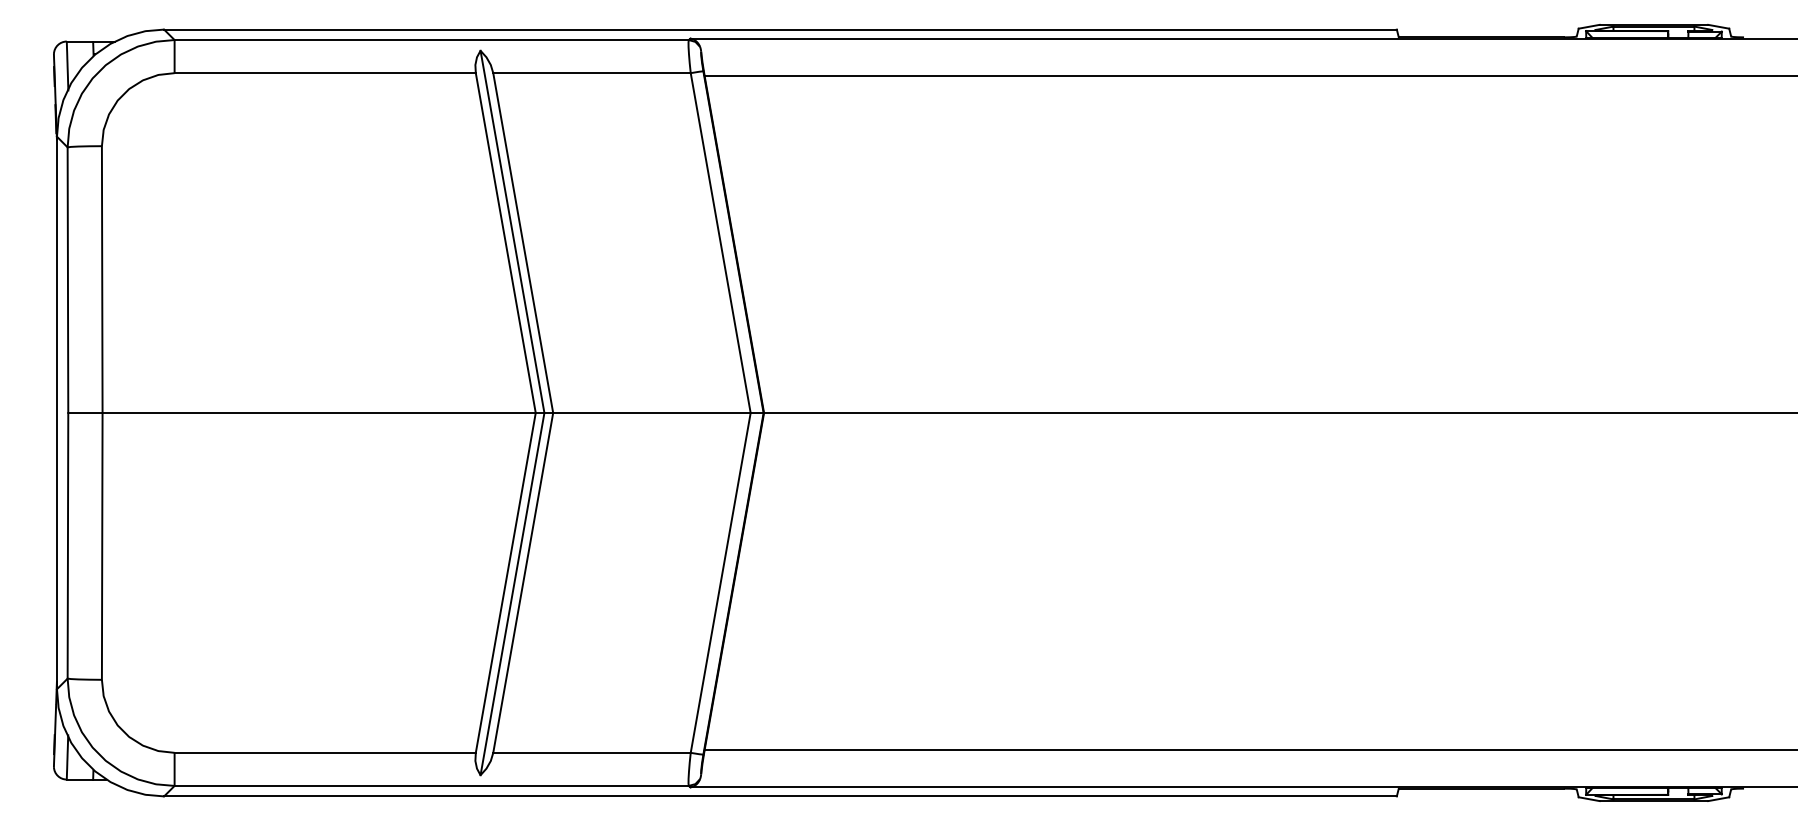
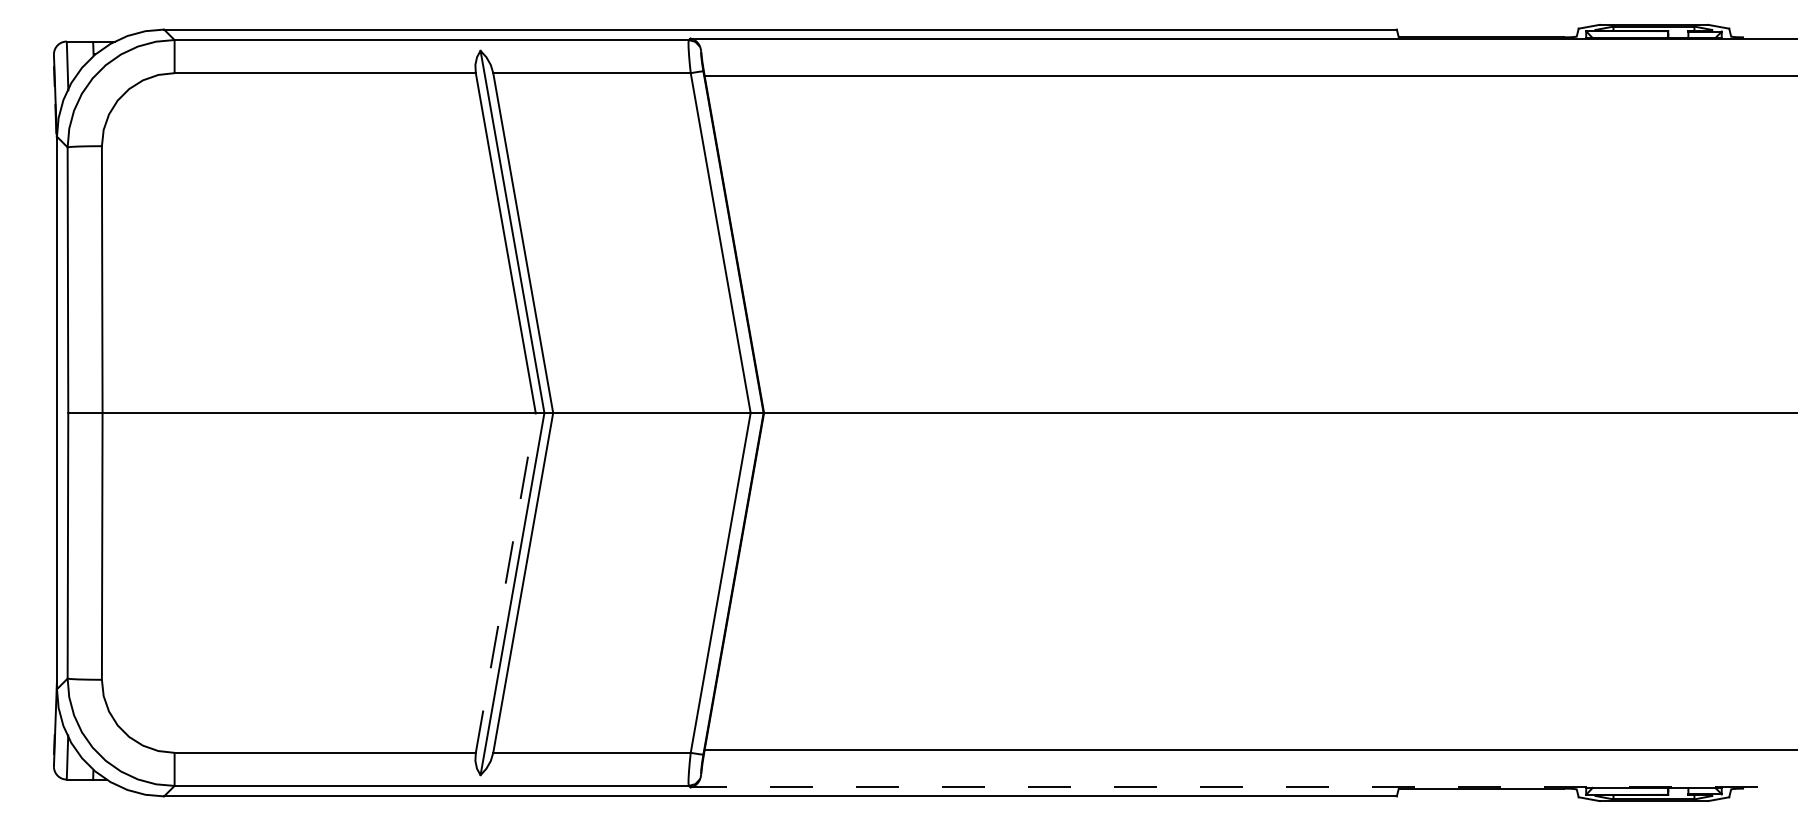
line at (505, 582): solid -> dashed
line at (1243, 787): solid -> dashed
